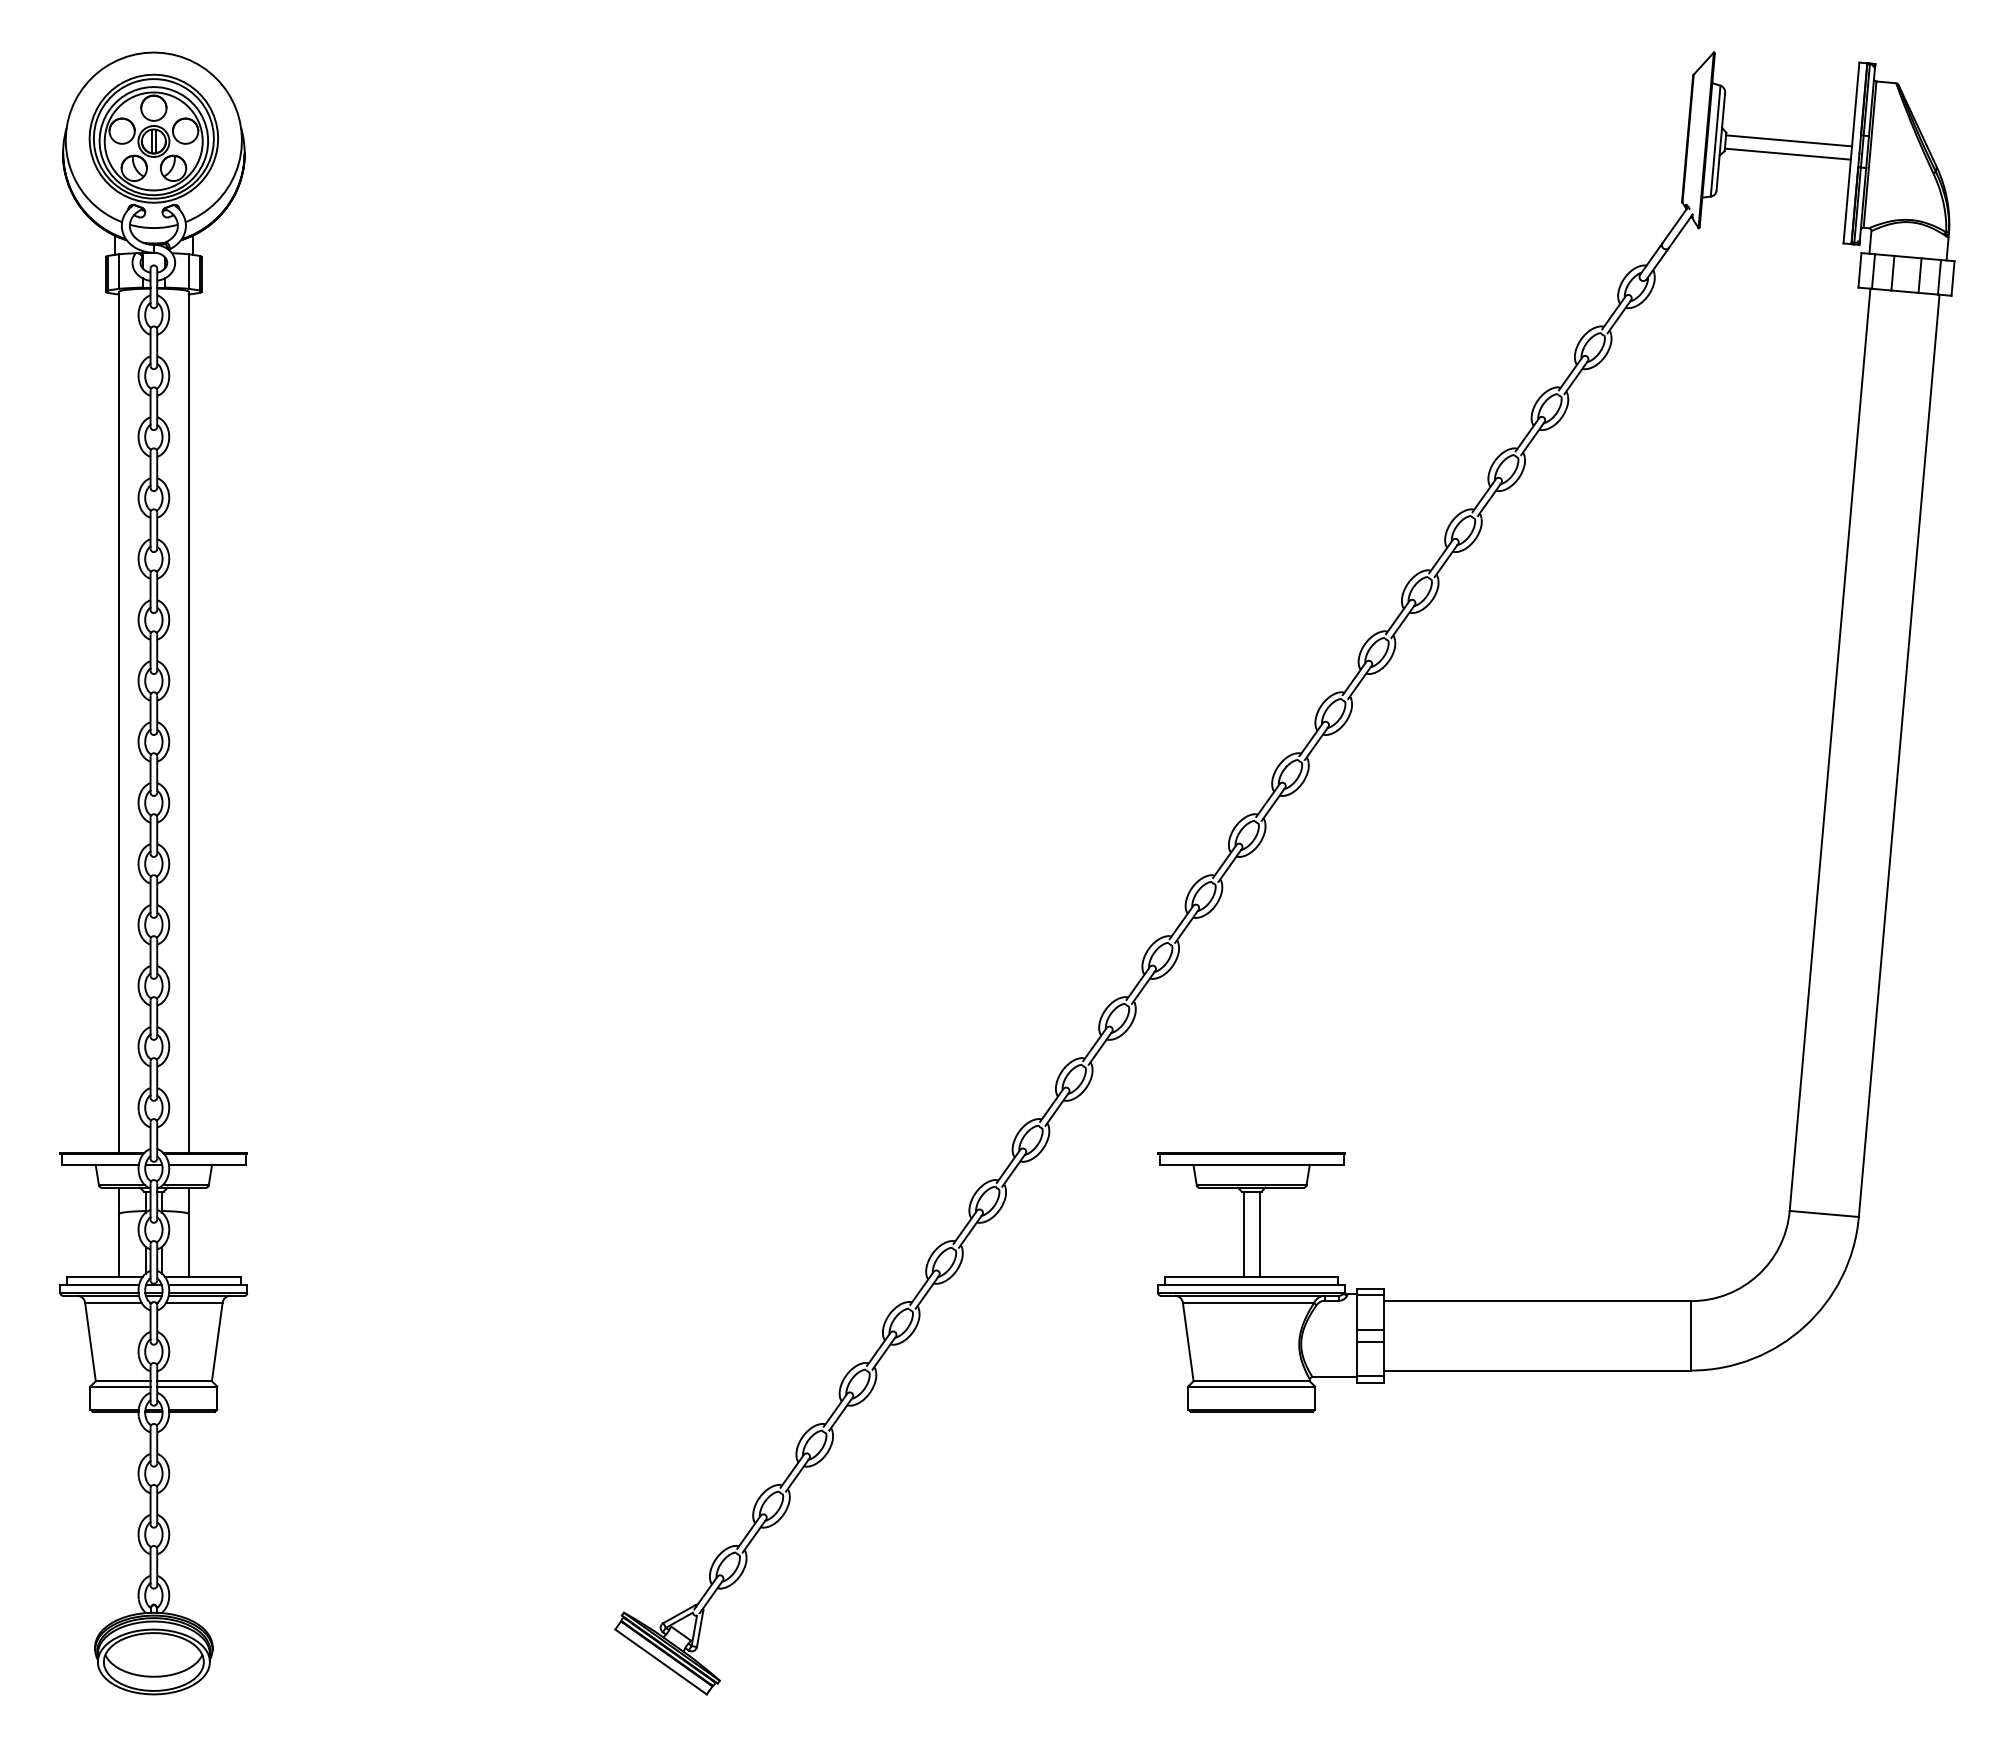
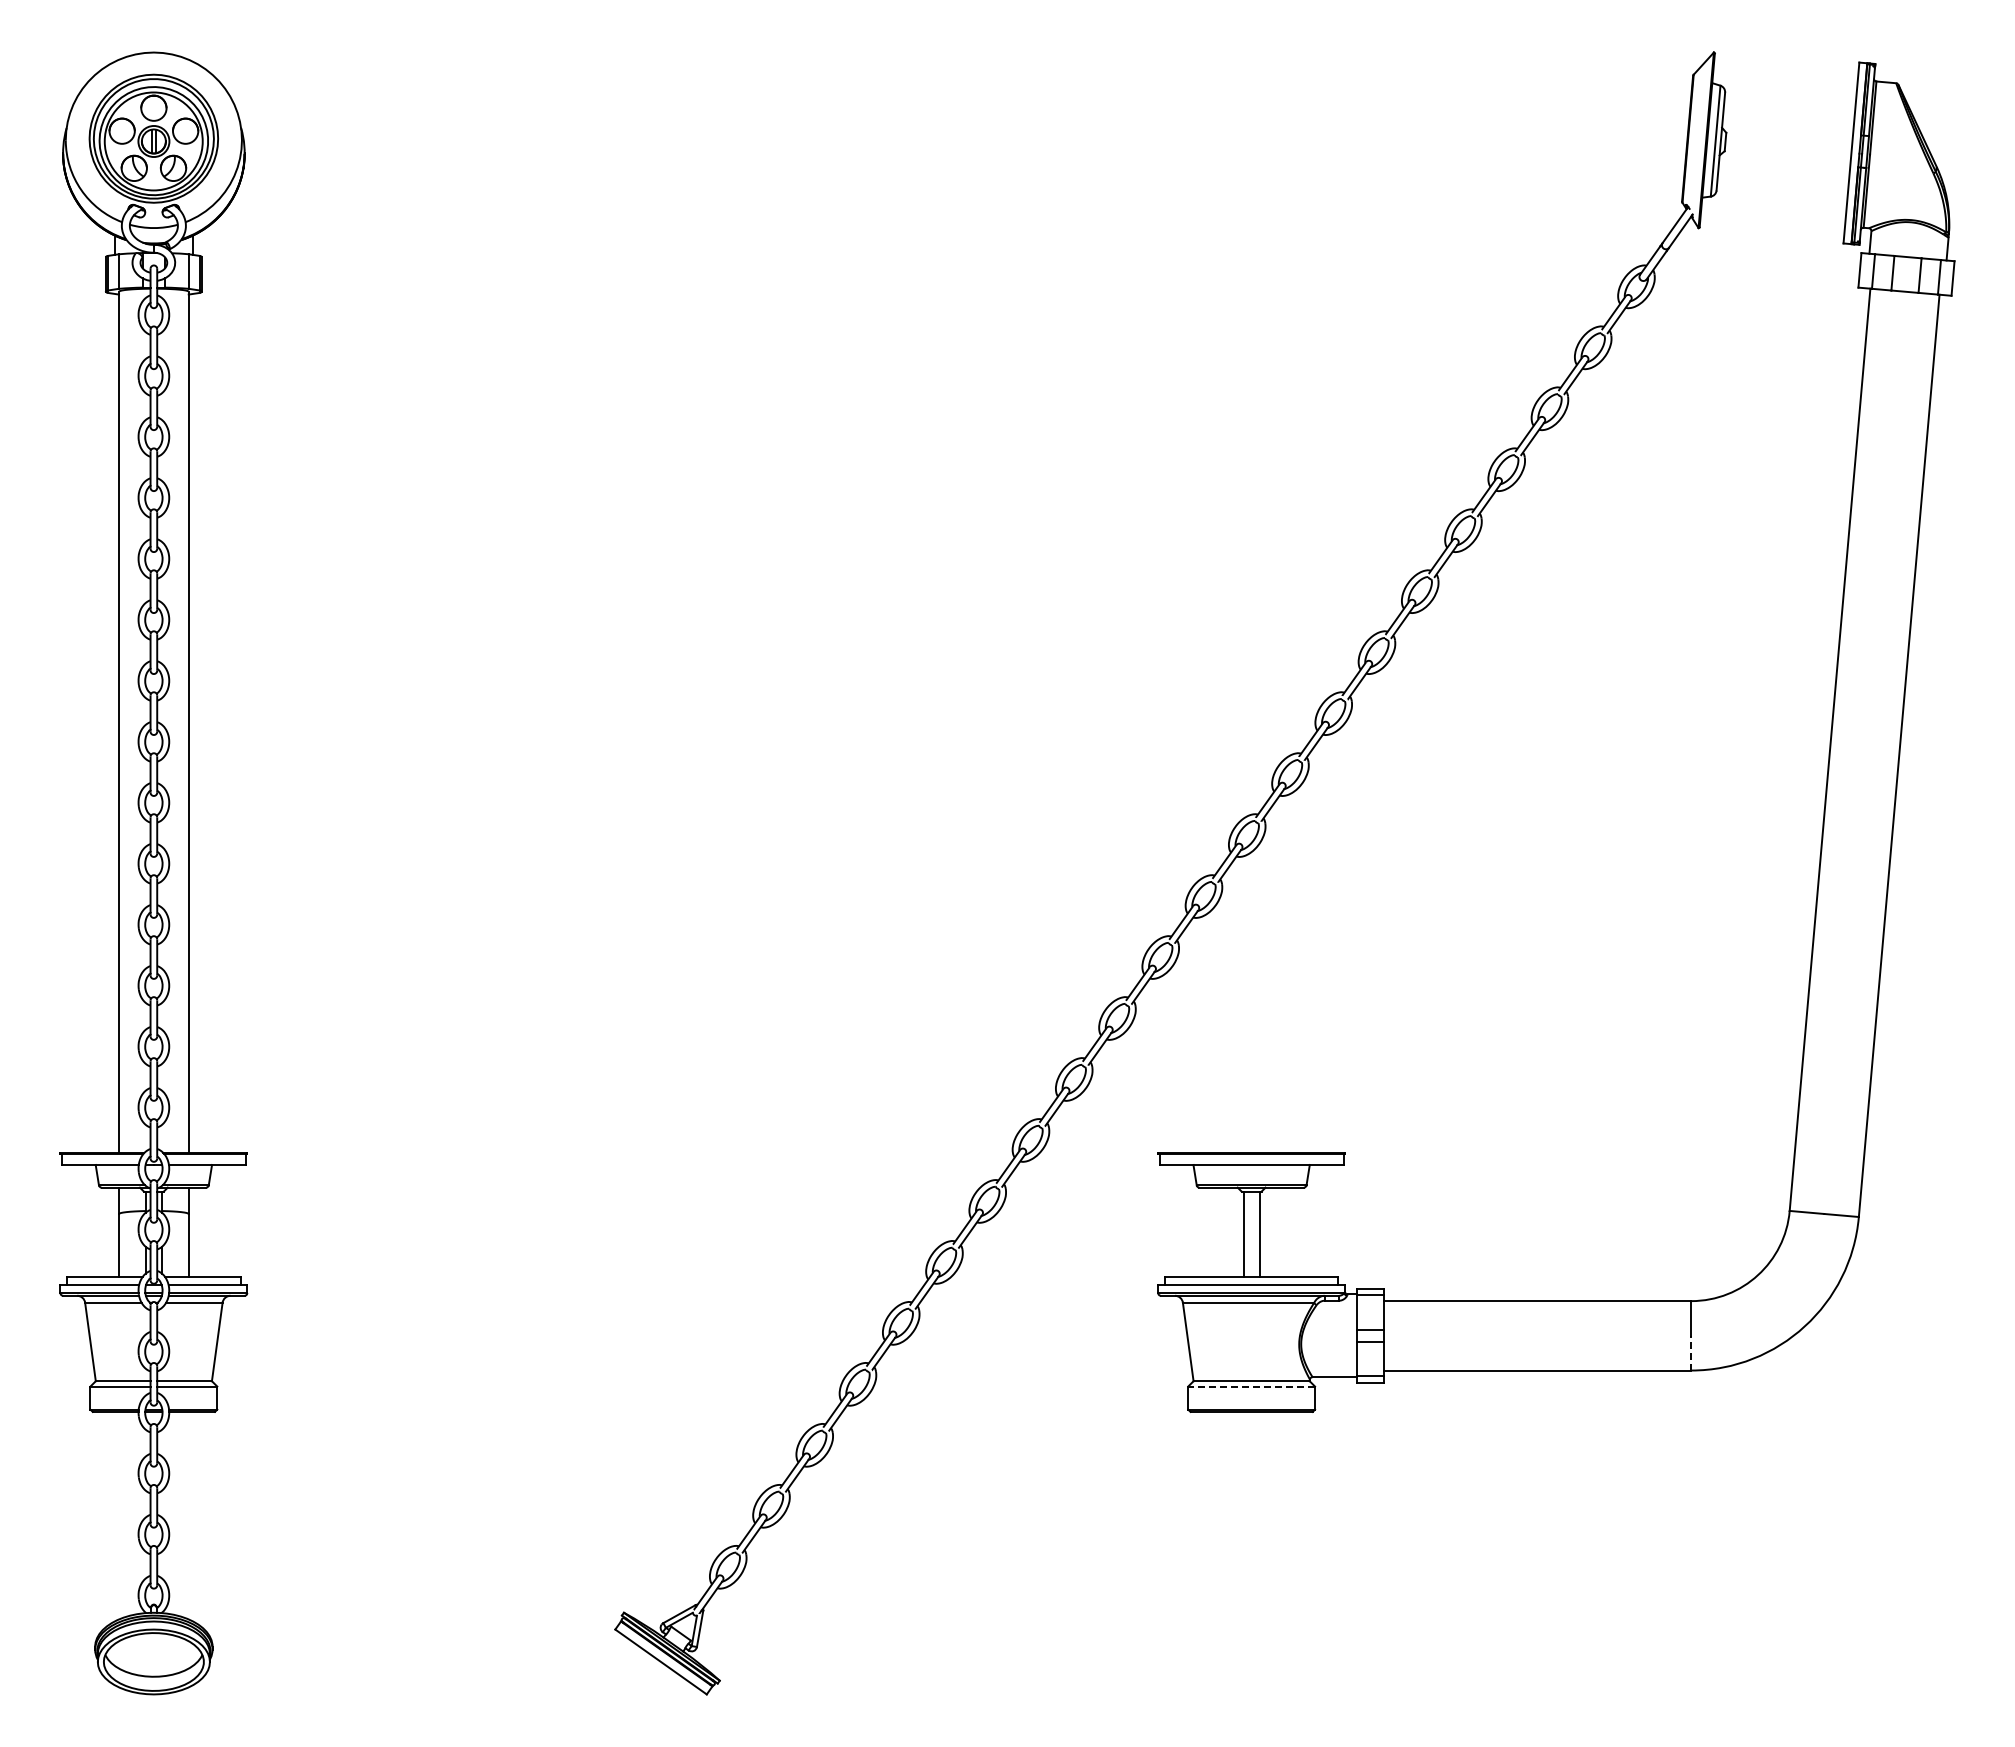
line at (1789, 140): present -> none
line at (1787, 153): present -> none
line at (1691, 1352): solid -> dashed
line at (1251, 1386): solid -> dashed
